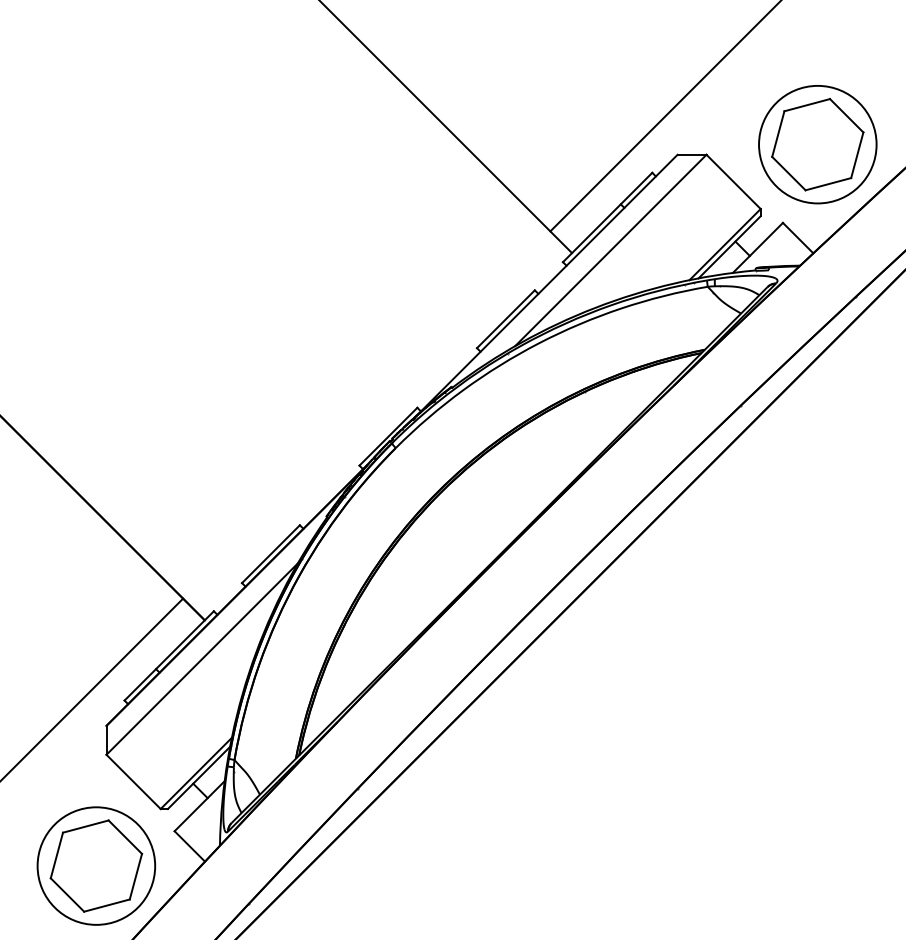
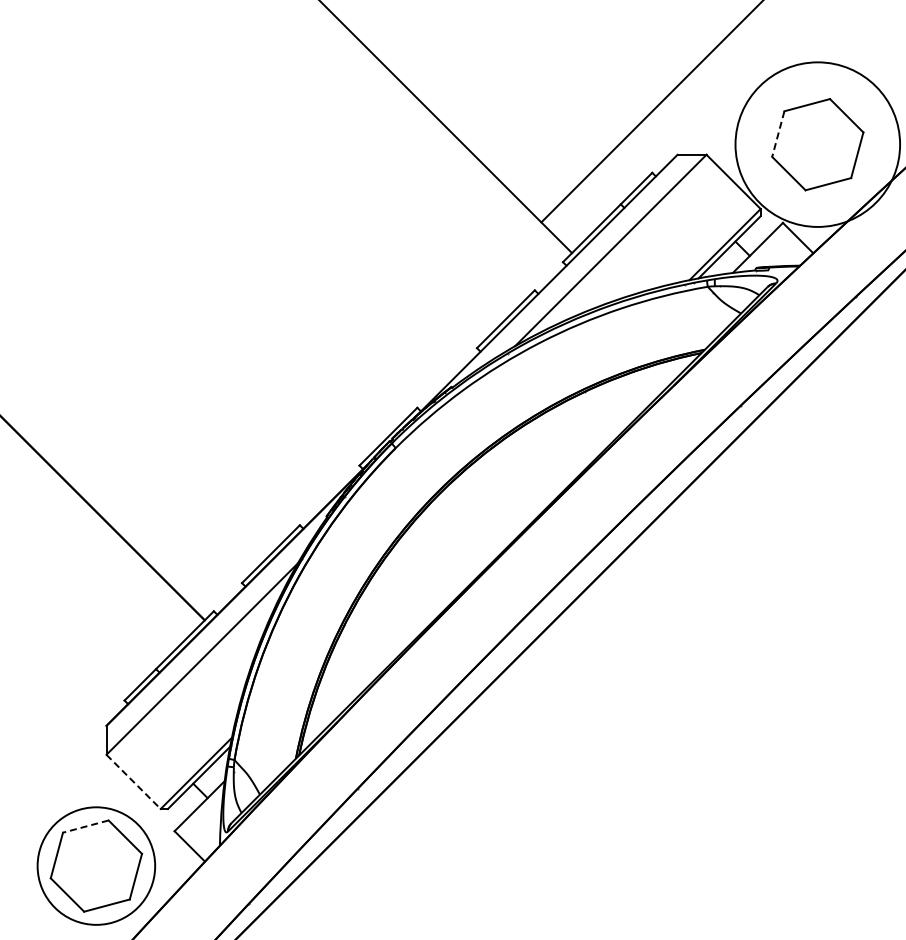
line at (664, 116) position: (664, 116) -> (651, 112)
line at (778, 134): solid -> dashed
circle at (817, 144) diameter: 118 px -> 165 px
line at (92, 688): present -> none
line at (133, 782): solid -> dashed
line at (85, 826): solid -> dashed
